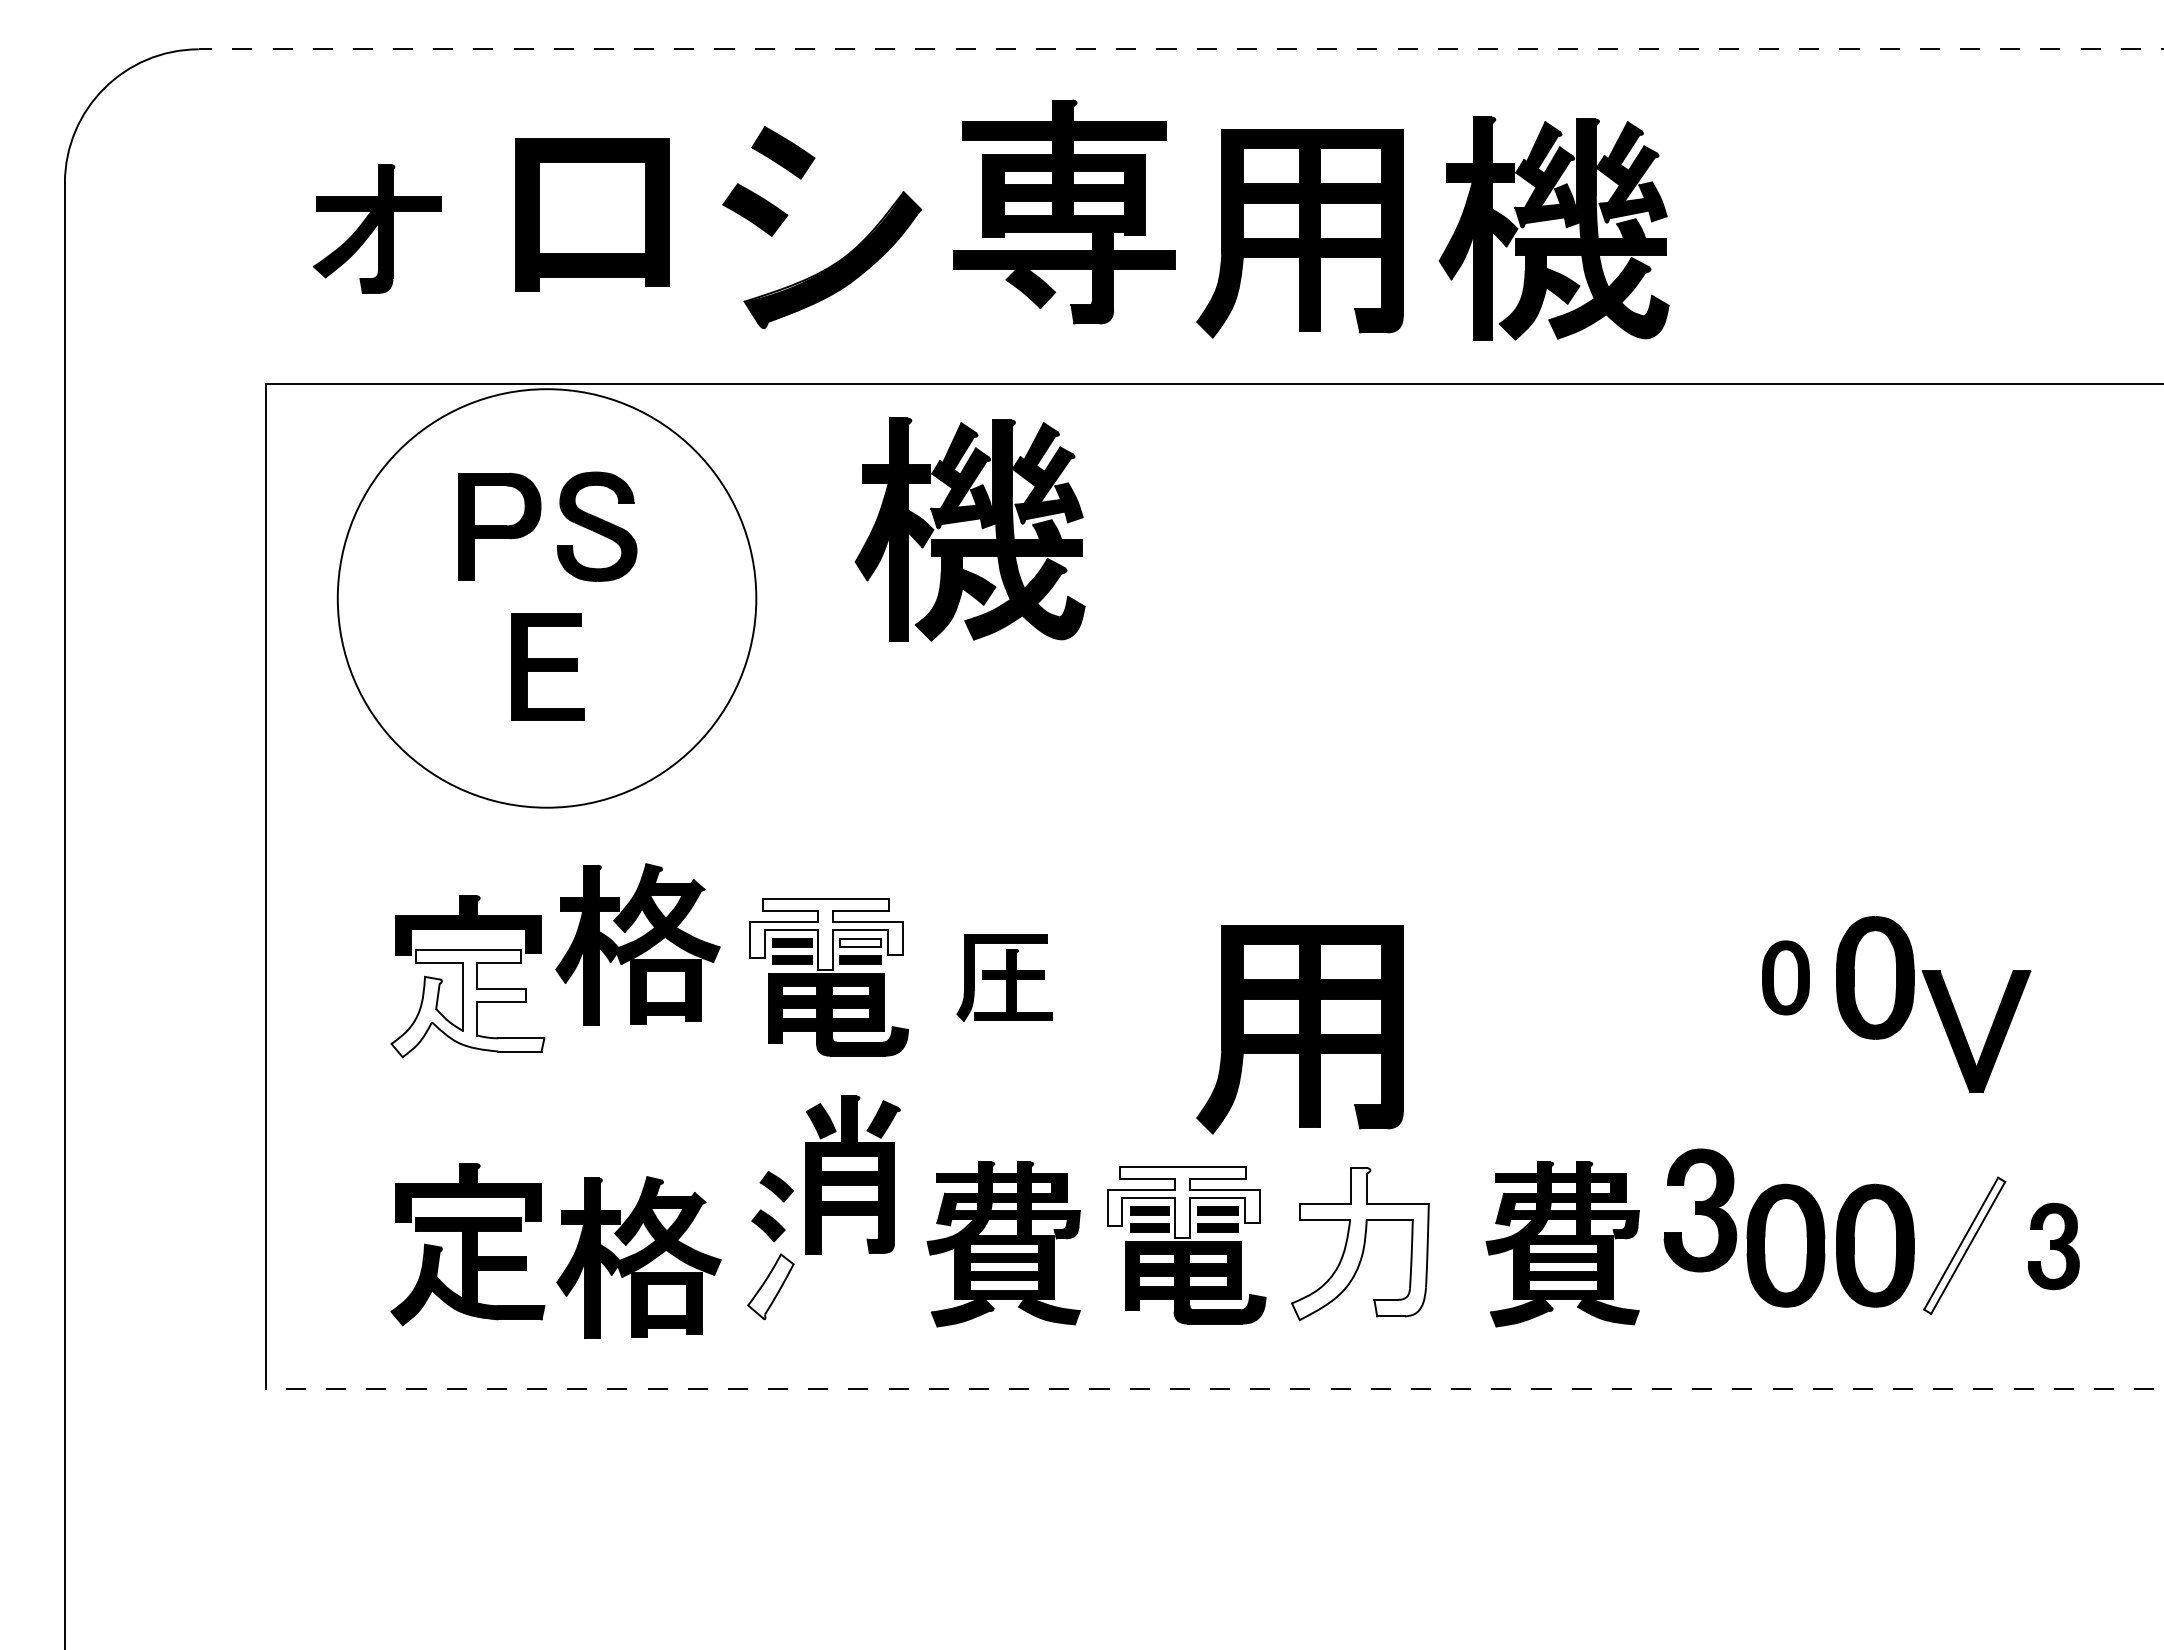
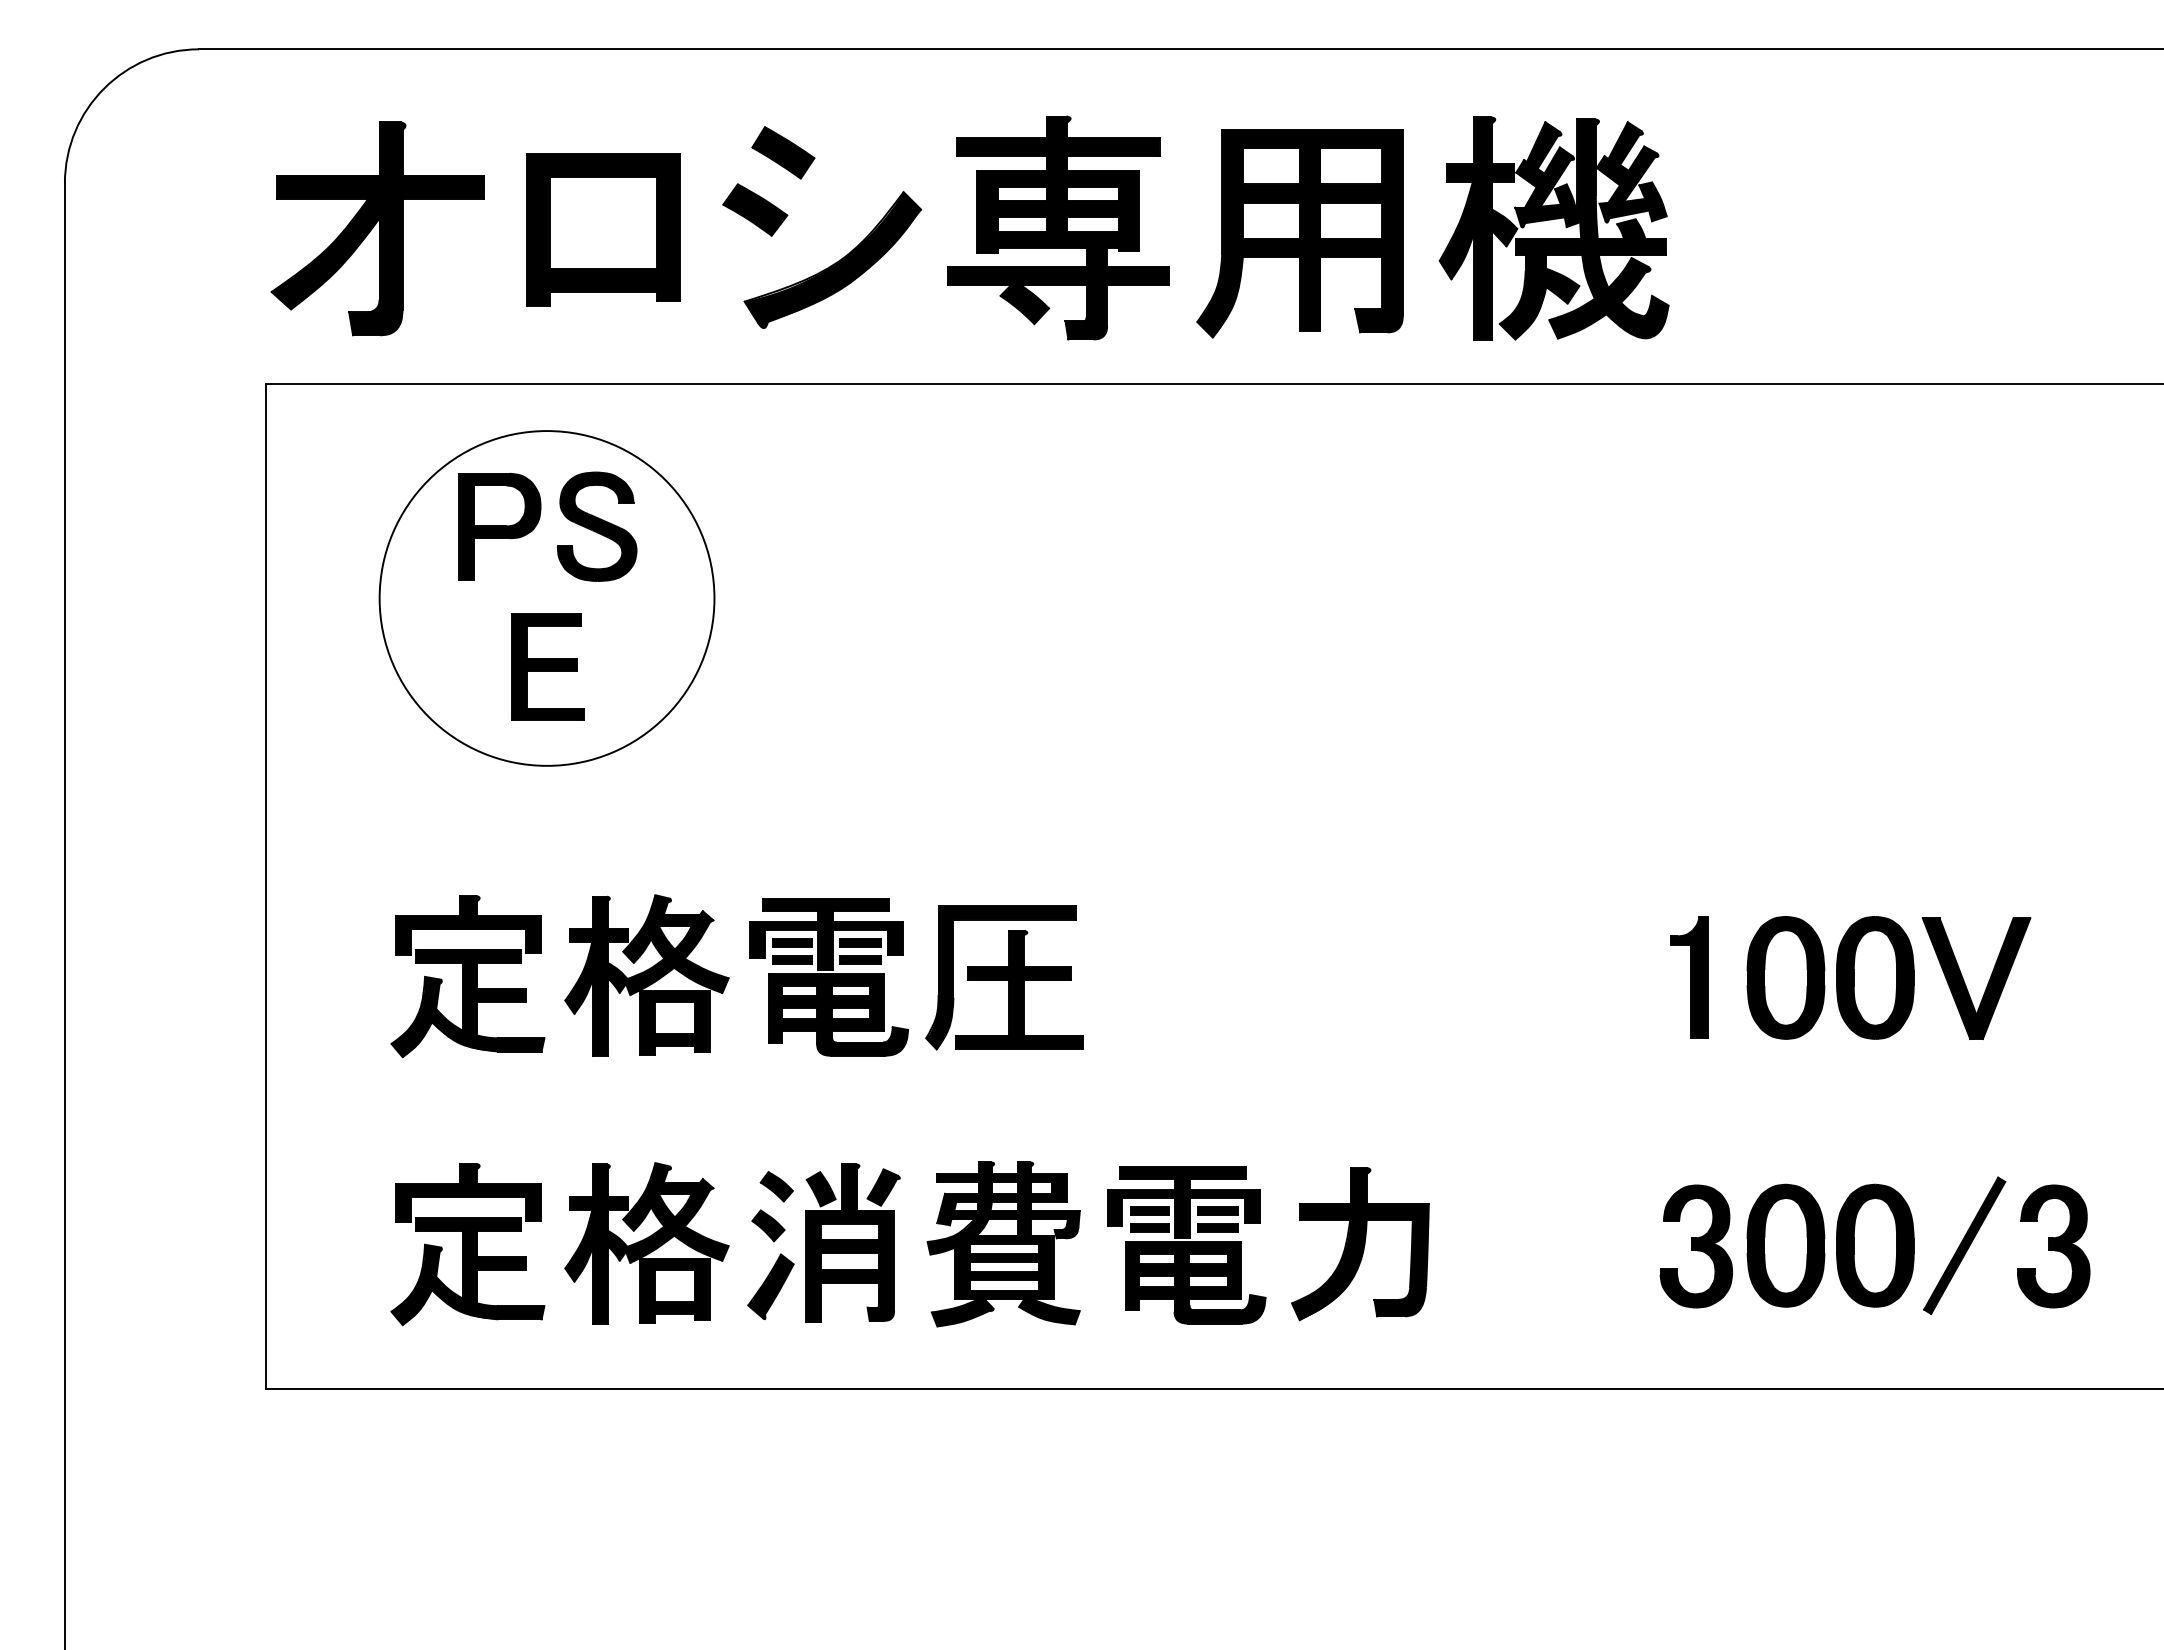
line at (1180, 49): dashed -> solid
part at (1064, 211) position: (1064, 211) -> (1058, 227)
part at (592, 214) position: (592, 214) -> (603, 229)
part at (376, 228) size: 130x130 px -> 215x216 px
part at (967, 521): present -> none
circle at (546, 598) diameter: 419 px -> 335 px
fill at (826, 934): none -> present
fill at (860, 943): none -> present
part at (637, 944) position: (637, 944) -> (646, 975)
part at (1004, 977) size: 97x88 px -> 159x146 px
part at (1689, 977): none -> present
part at (1785, 977) size: 48x76 px -> 80x124 px
fill at (467, 1003): none -> present
part at (1299, 1029): present -> none
part at (1965, 1036) position: (1965, 1036) -> (1965, 983)
part at (852, 1174) position: (852, 1174) -> (852, 1242)
fill at (1183, 1202): none -> present
part at (1700, 1210) position: (1700, 1210) -> (1696, 1246)
fill at (1360, 1243): none -> present
part at (1562, 1244): present -> none
fill at (1964, 1245): none -> present
part at (2053, 1246) size: 52x89 px -> 74x125 px
part at (638, 1257) position: (638, 1257) -> (646, 1243)
fill at (770, 1286): none -> present
line at (1214, 1388): dashed -> solid
